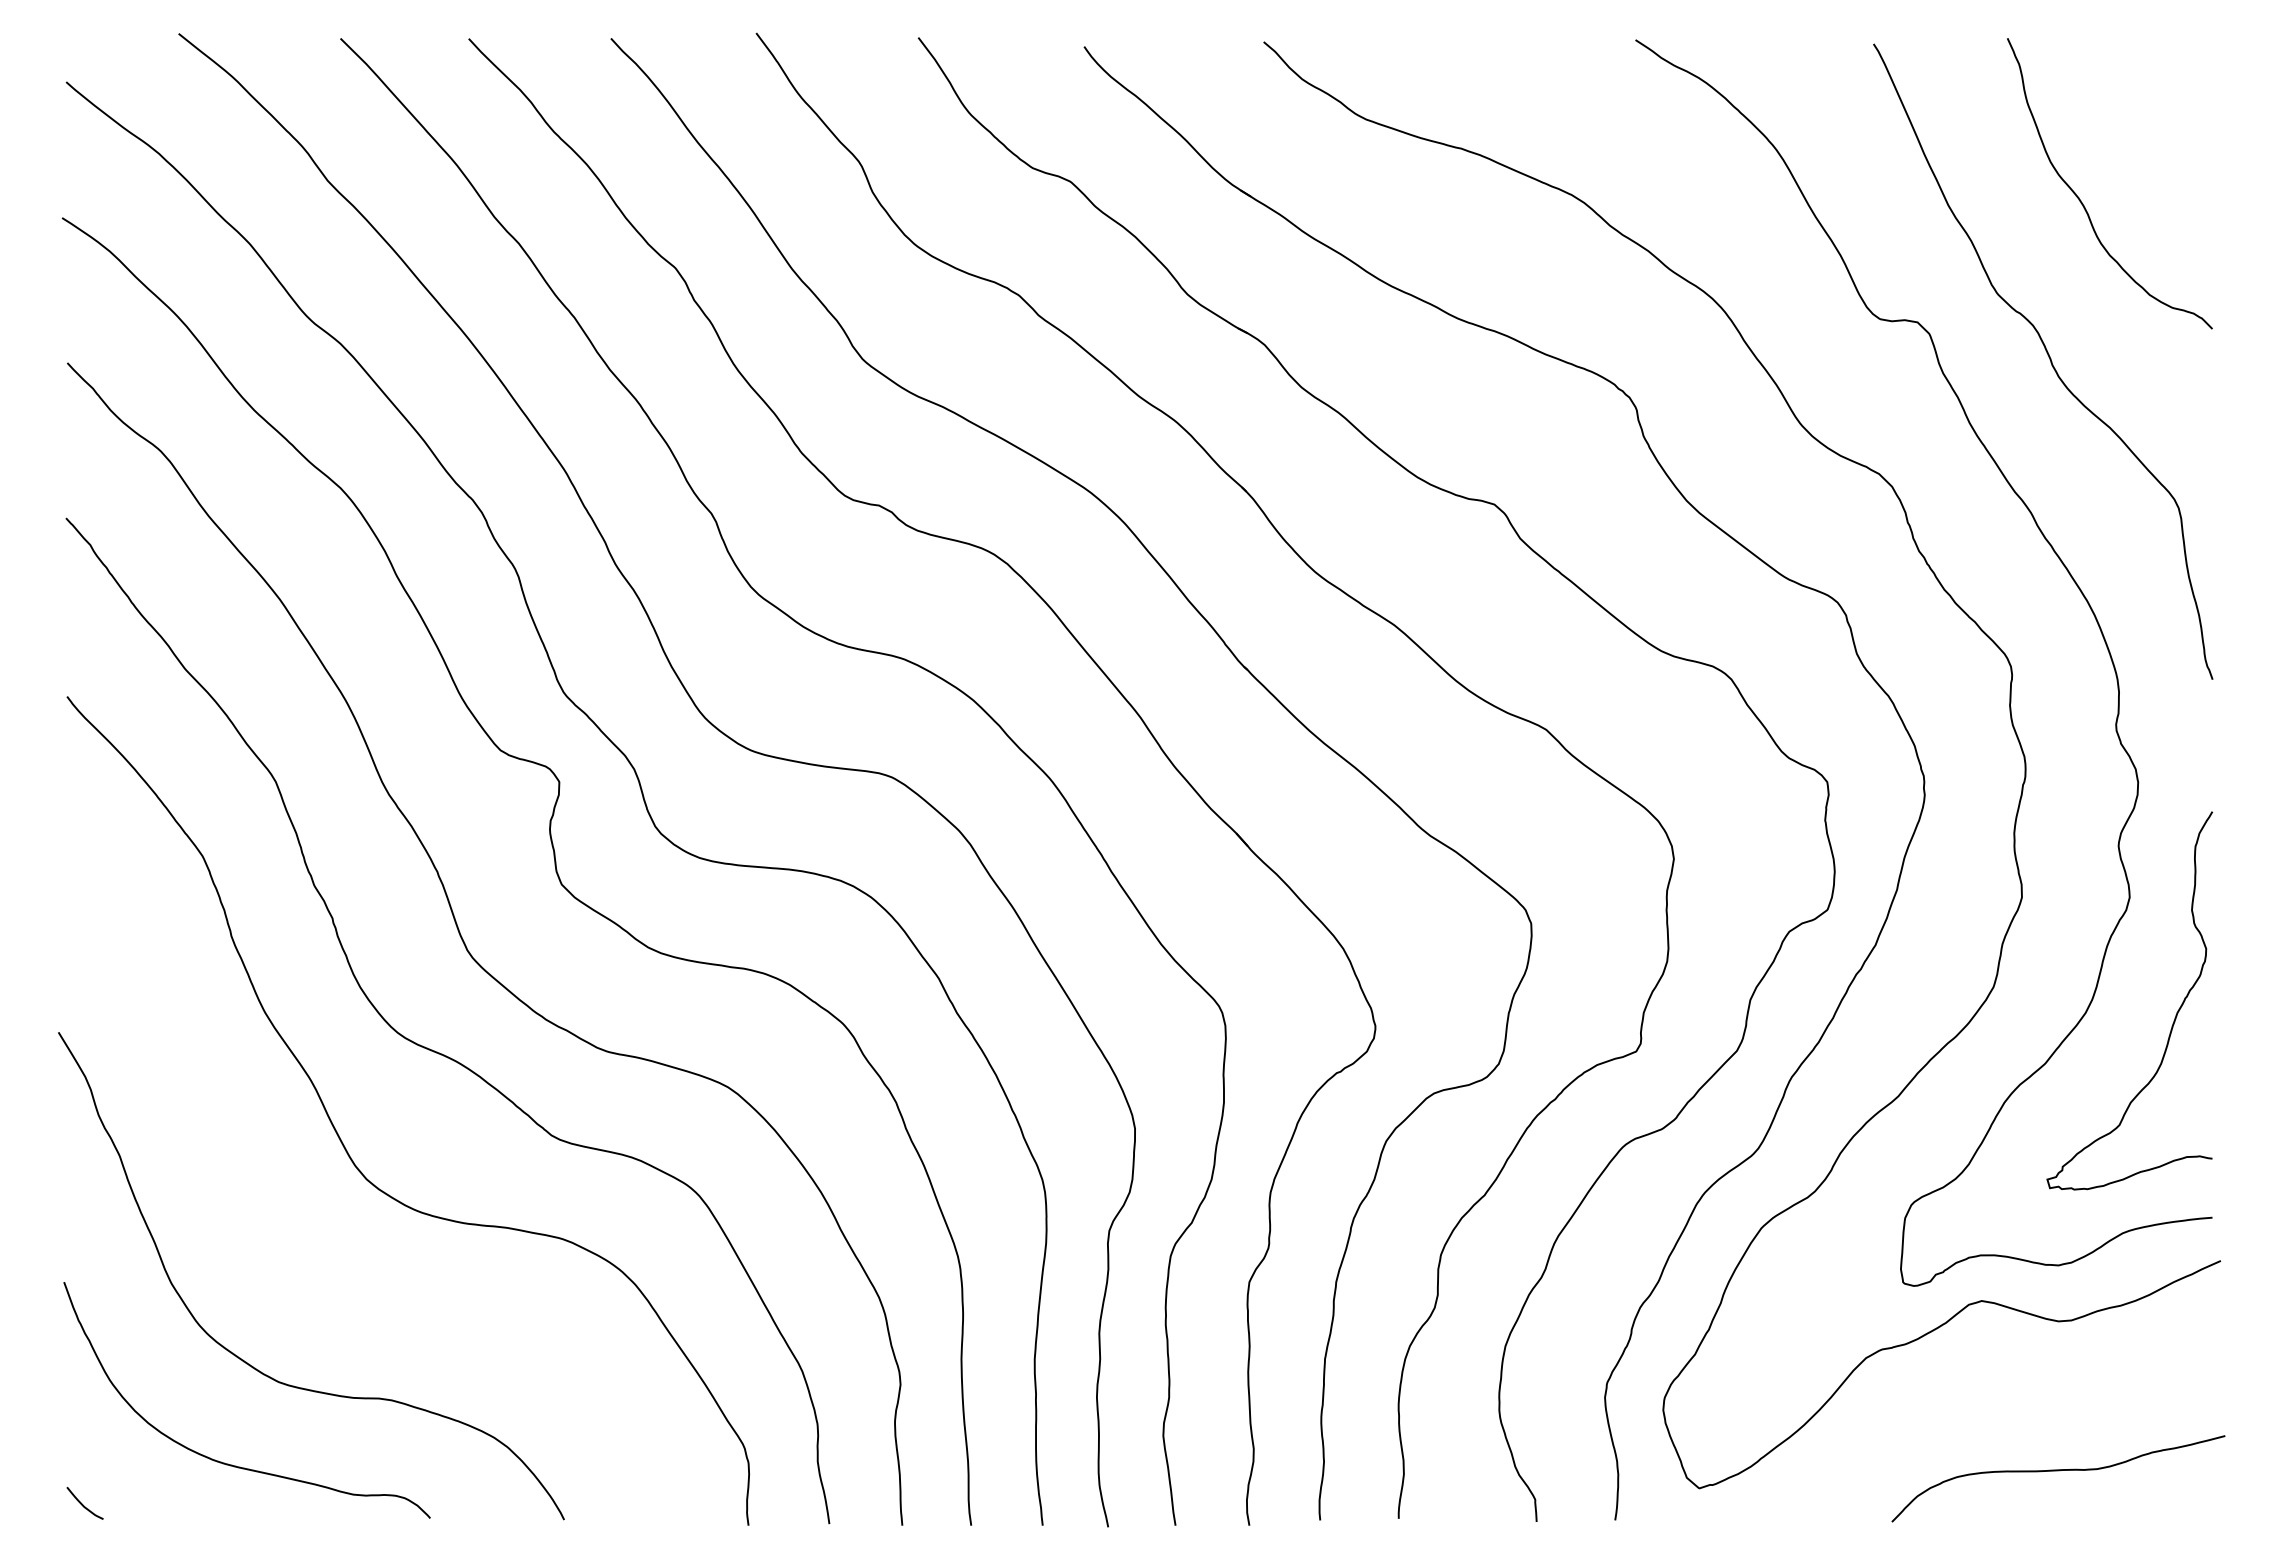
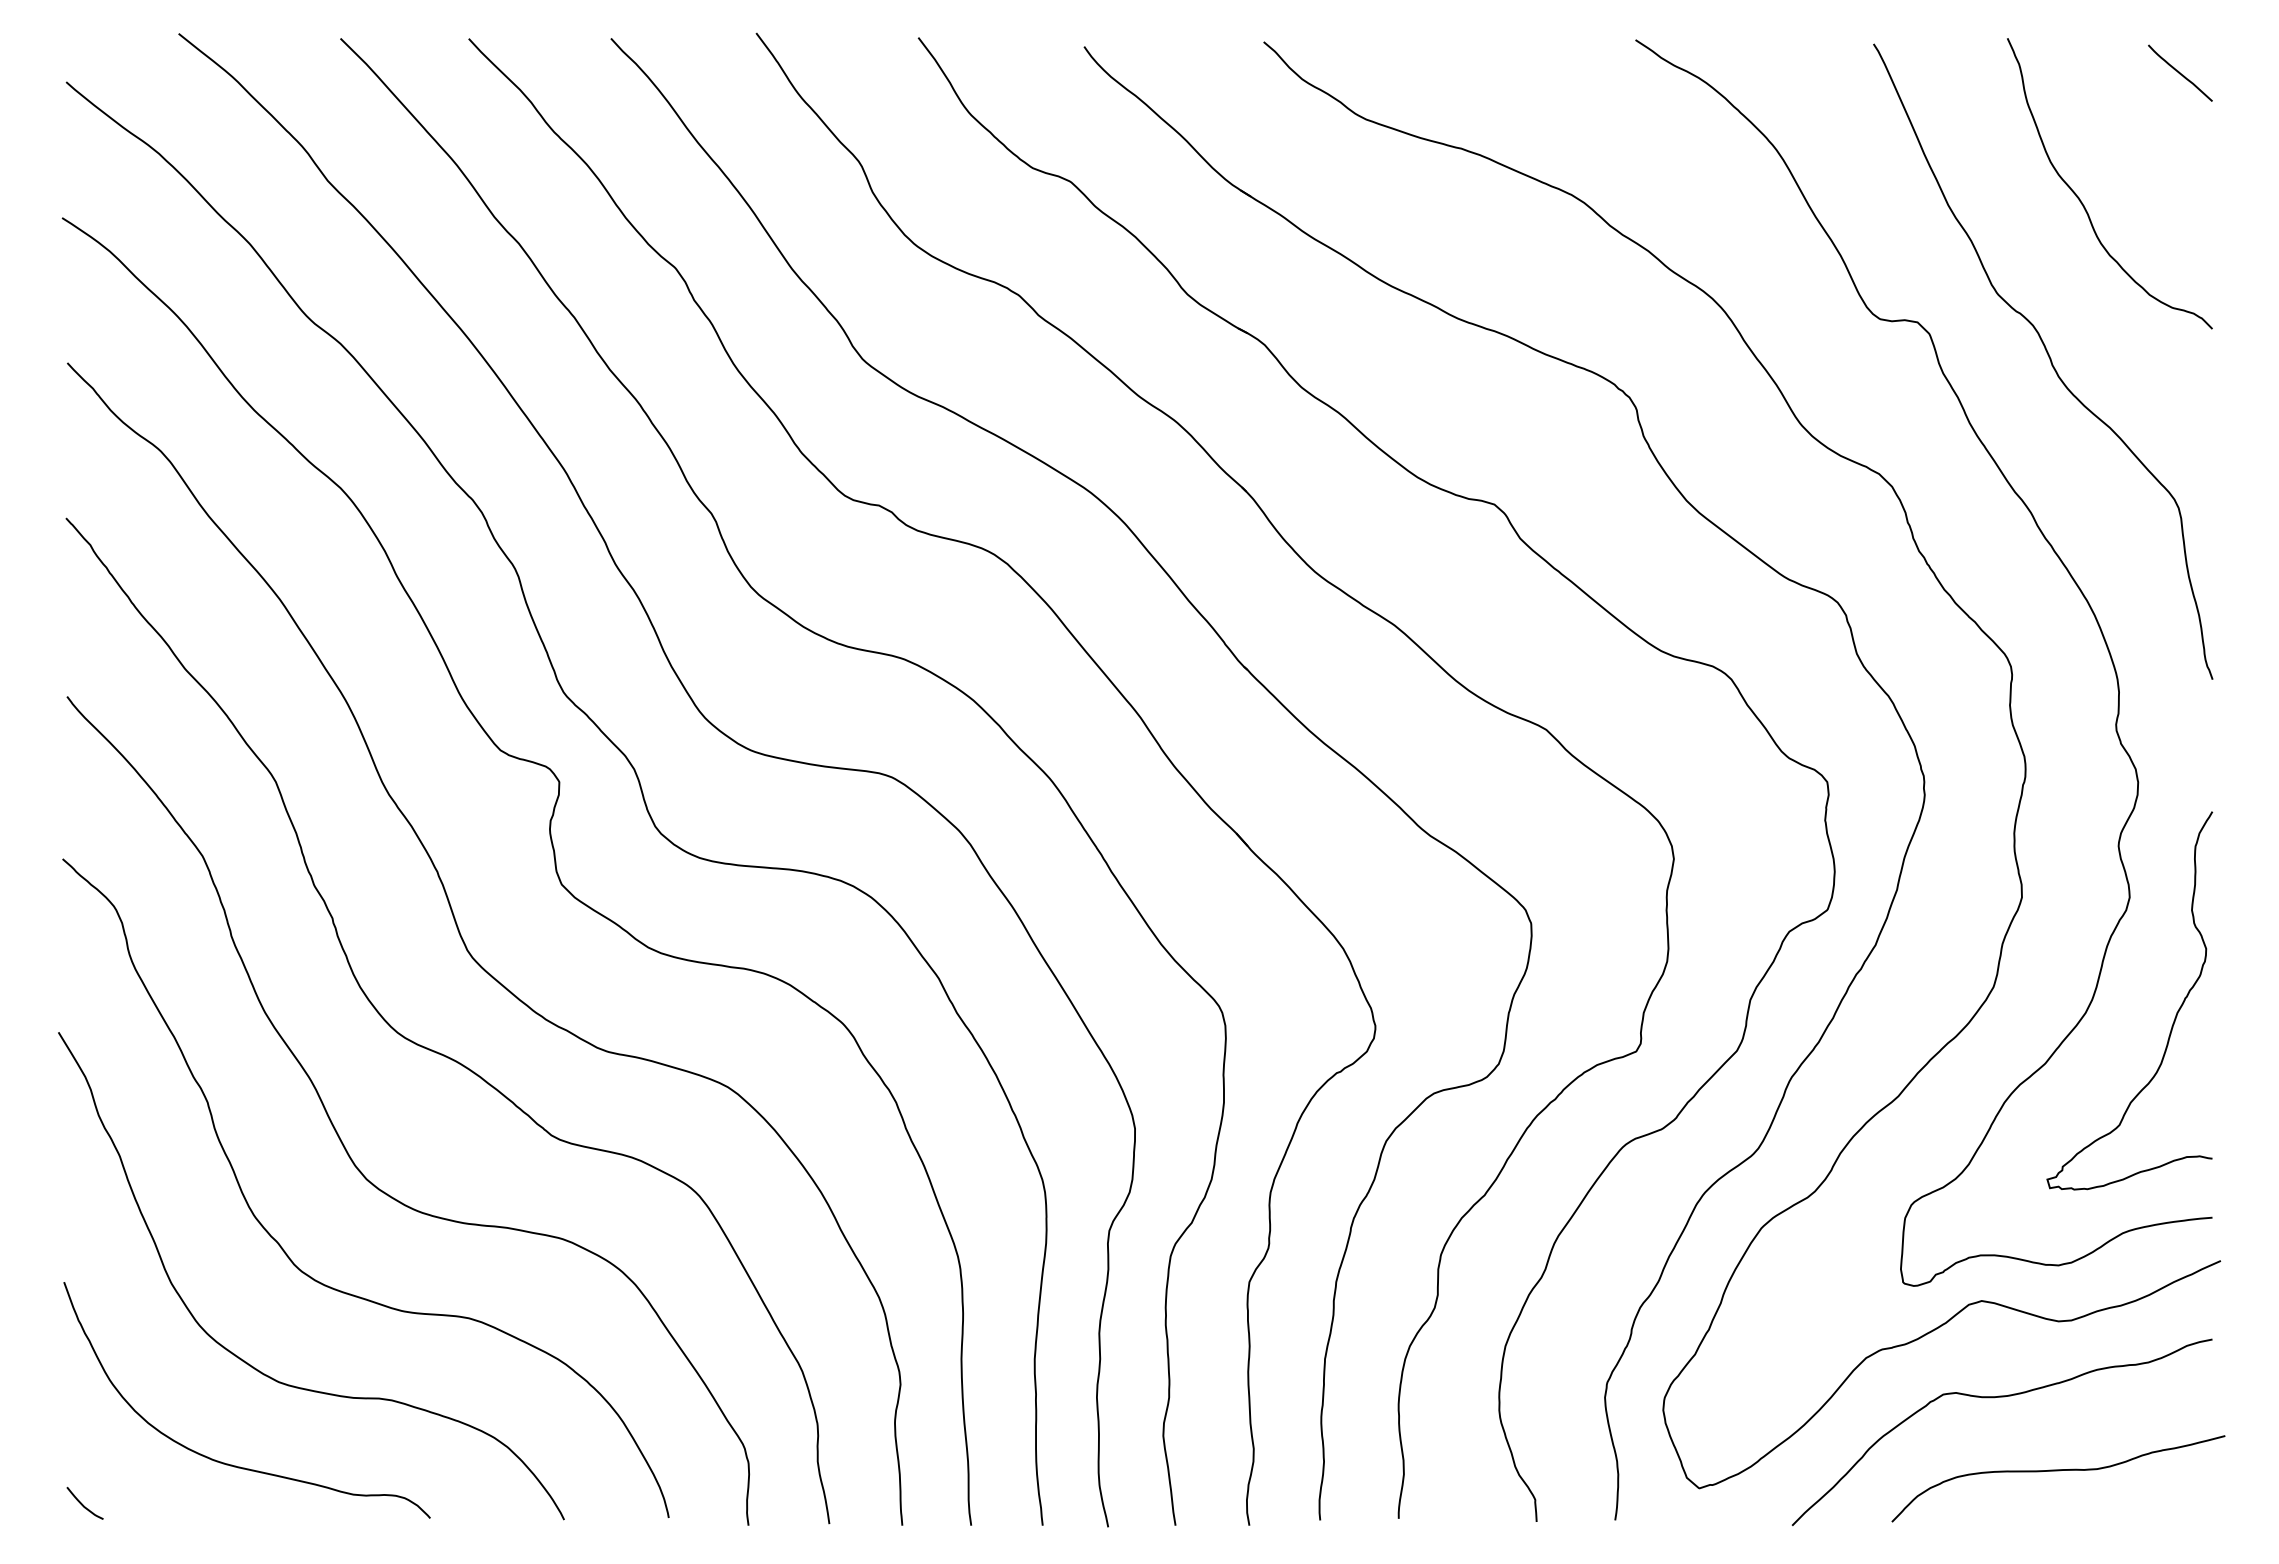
curve at (2180, 72): none -> present
curve at (283, 1248): none -> present
curve at (1994, 1398): none -> present
